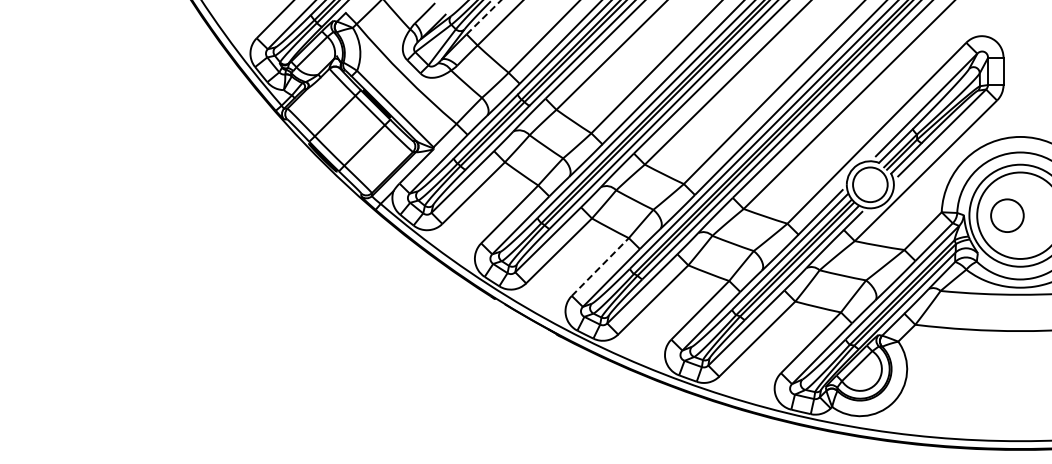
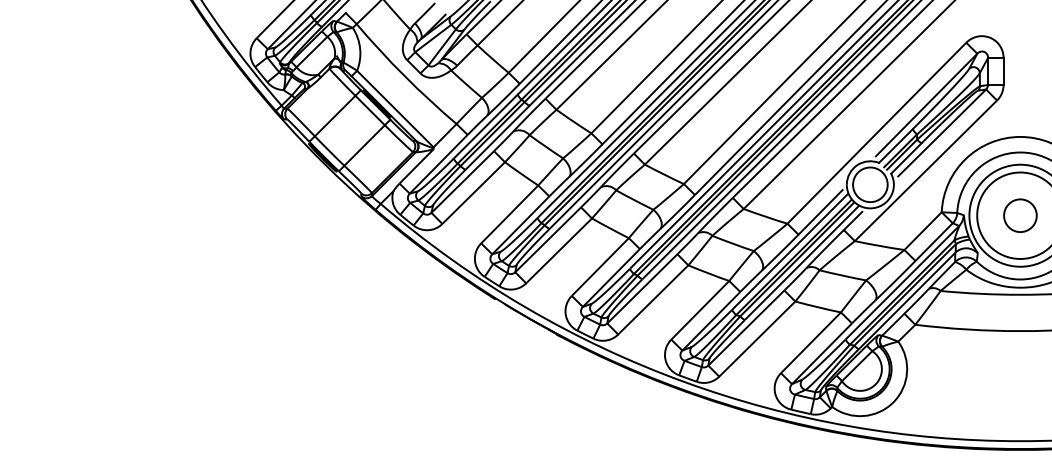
line at (484, 16): dashed -> solid
circle at (1007, 215) position: (1007, 215) -> (1020, 215)
line at (599, 267): dashed -> solid
